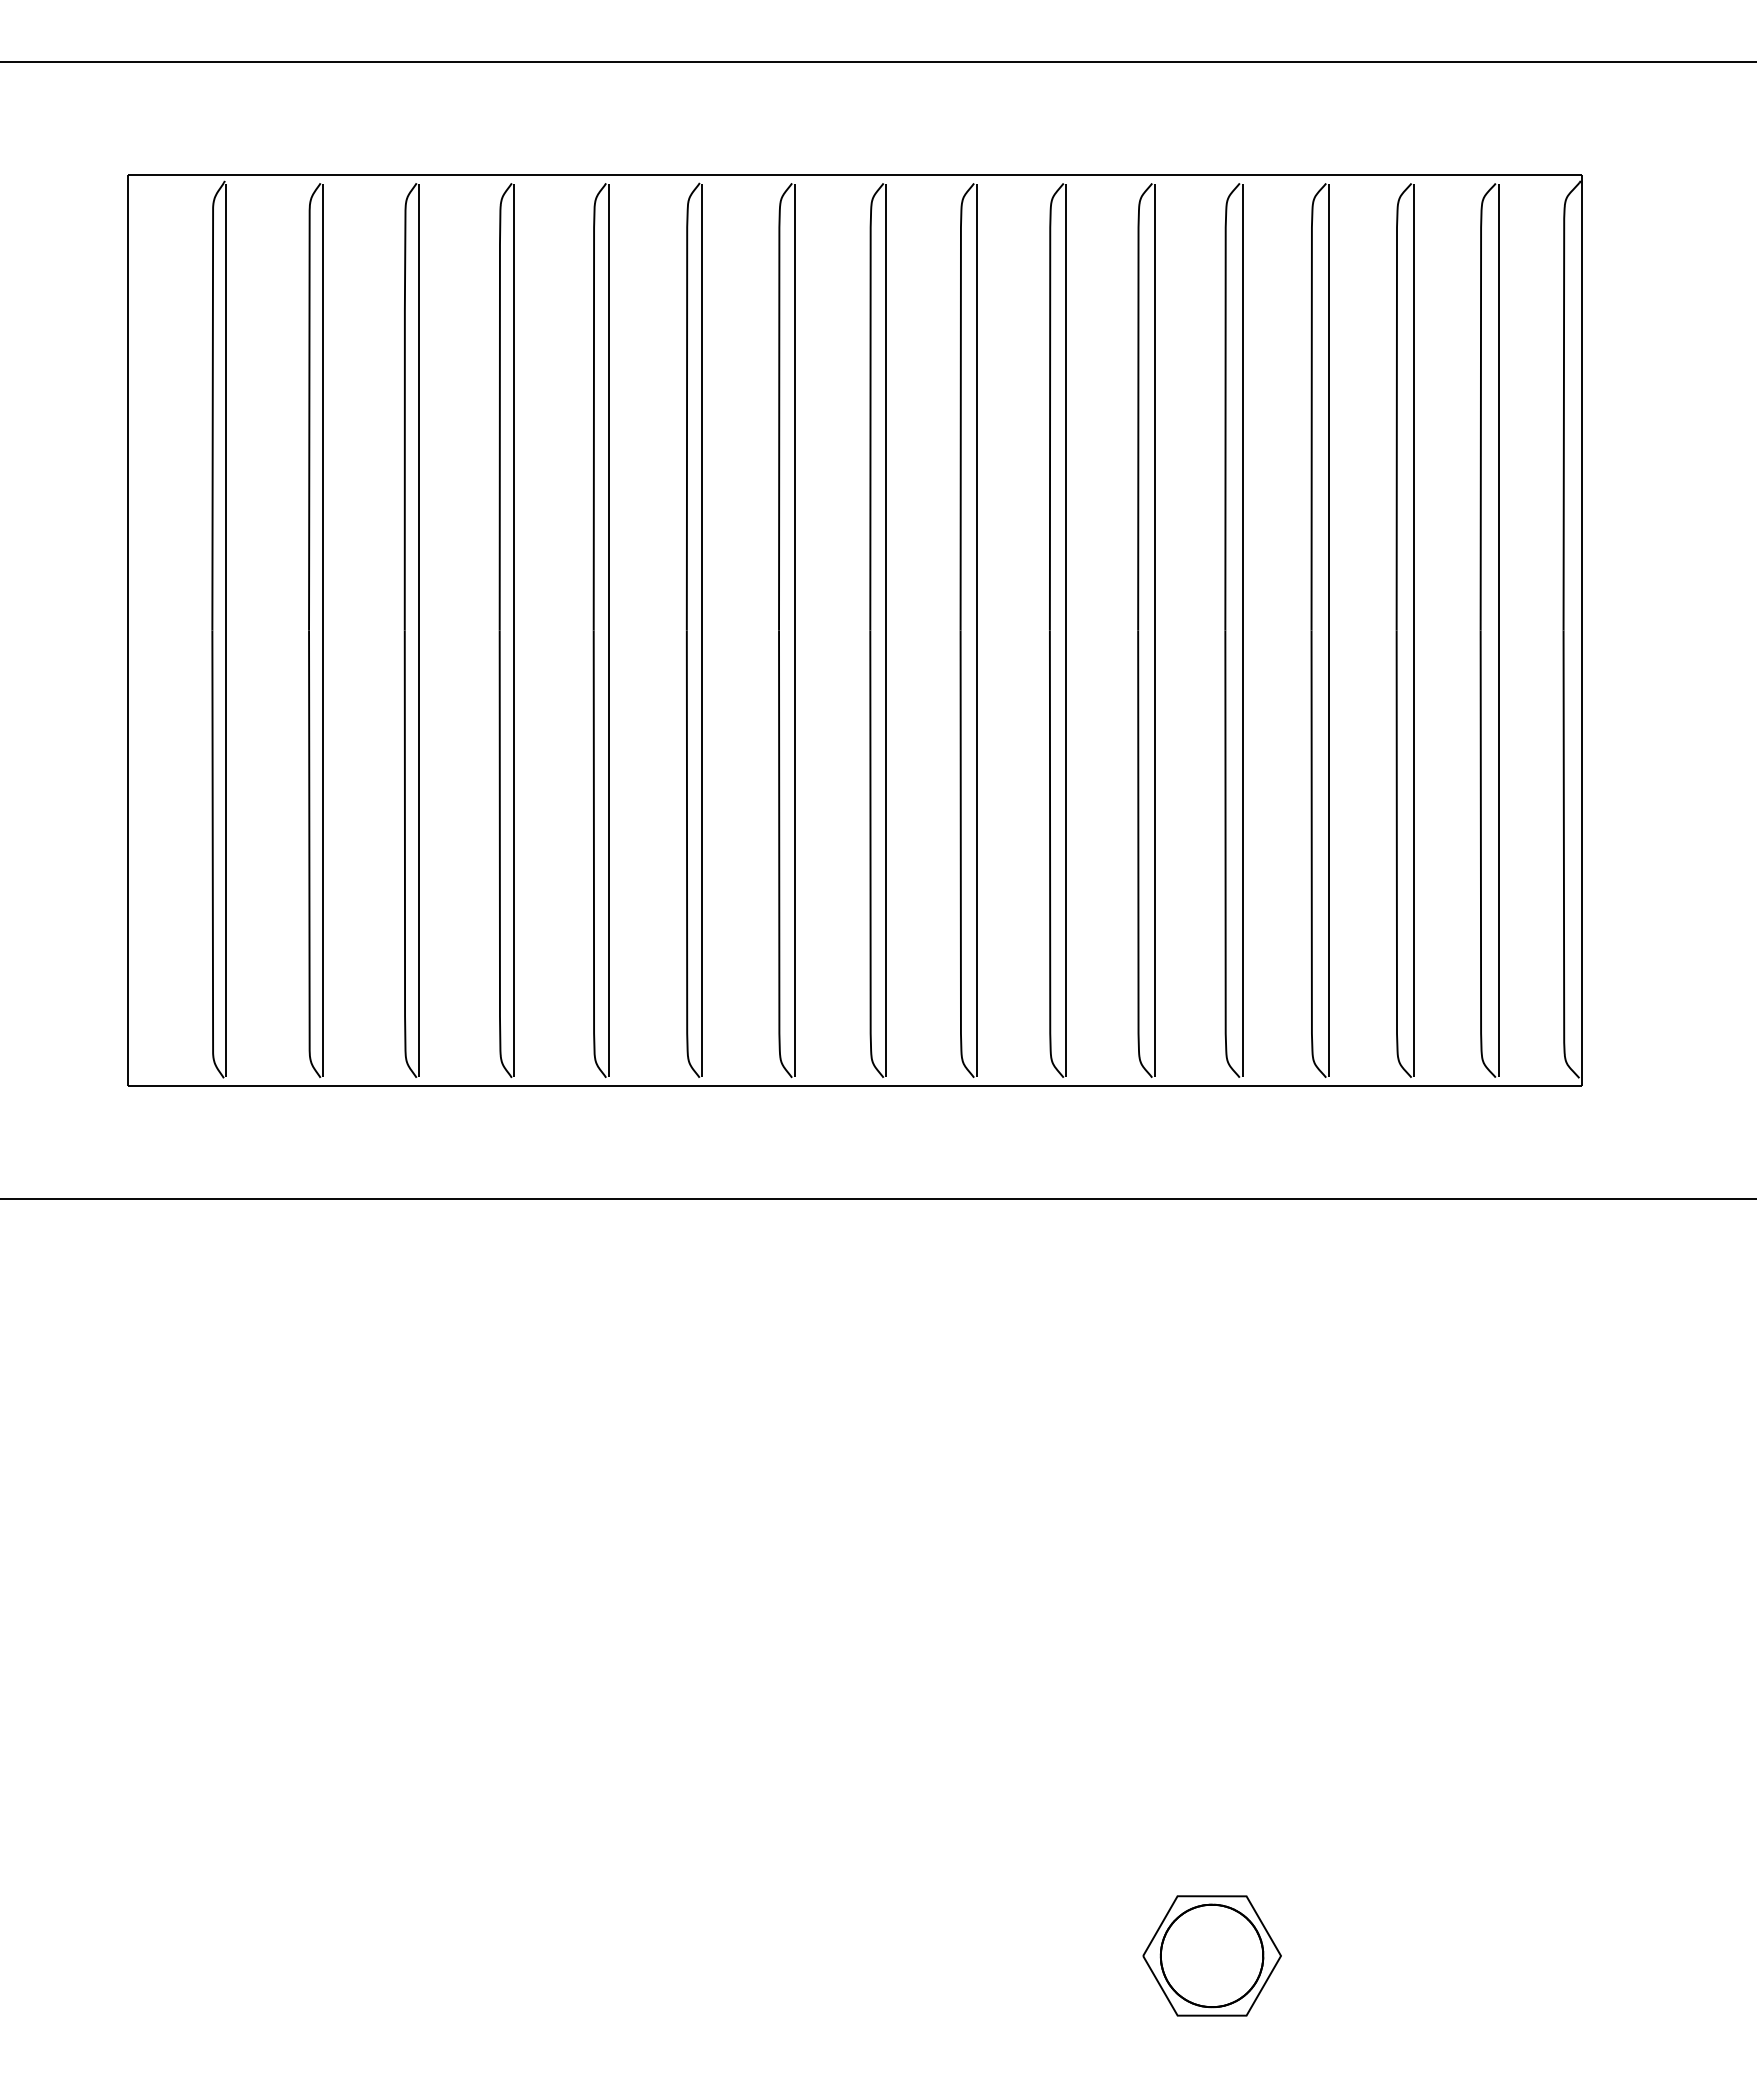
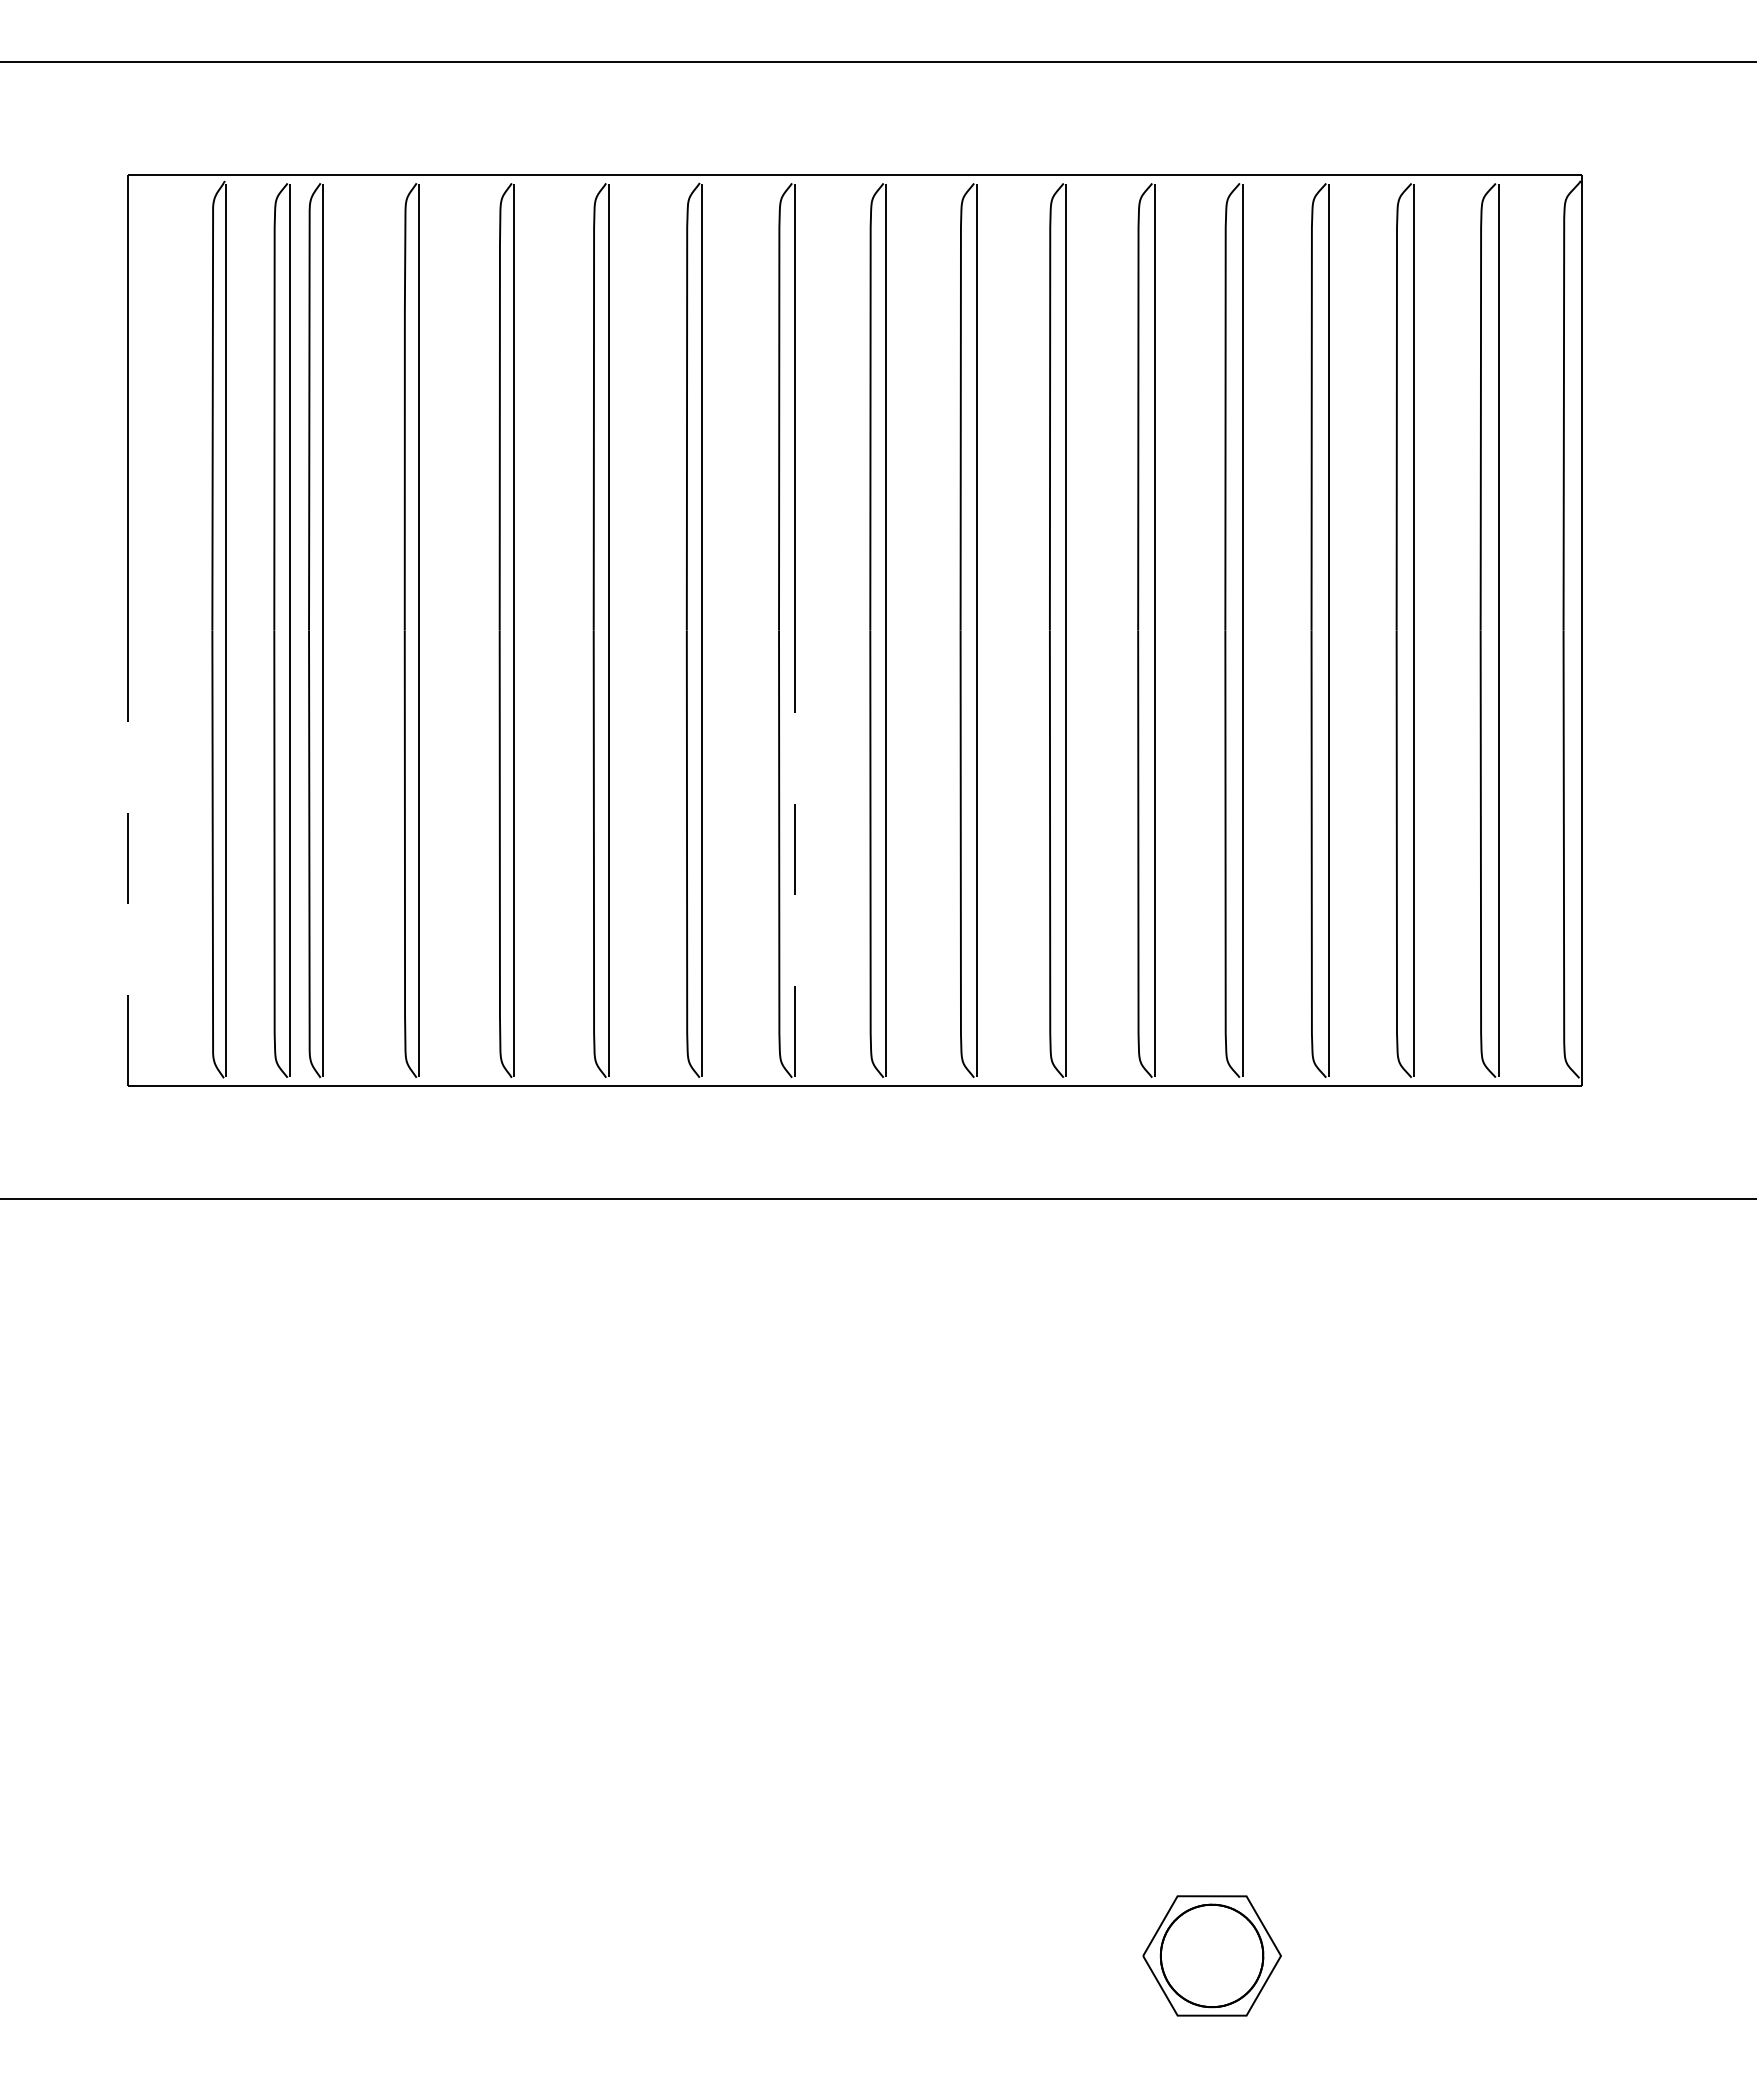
part at (281, 630): none -> present
line at (794, 853): solid -> dashed
line at (127, 854): solid -> dashed
